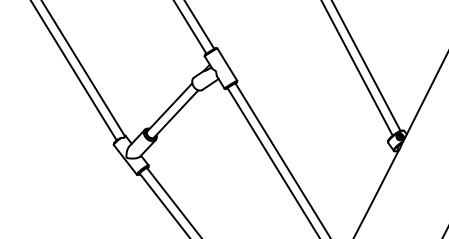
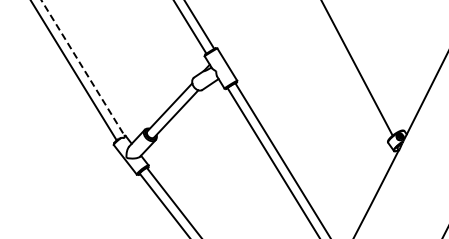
line at (366, 66): present -> none
line at (83, 68): solid -> dashed
